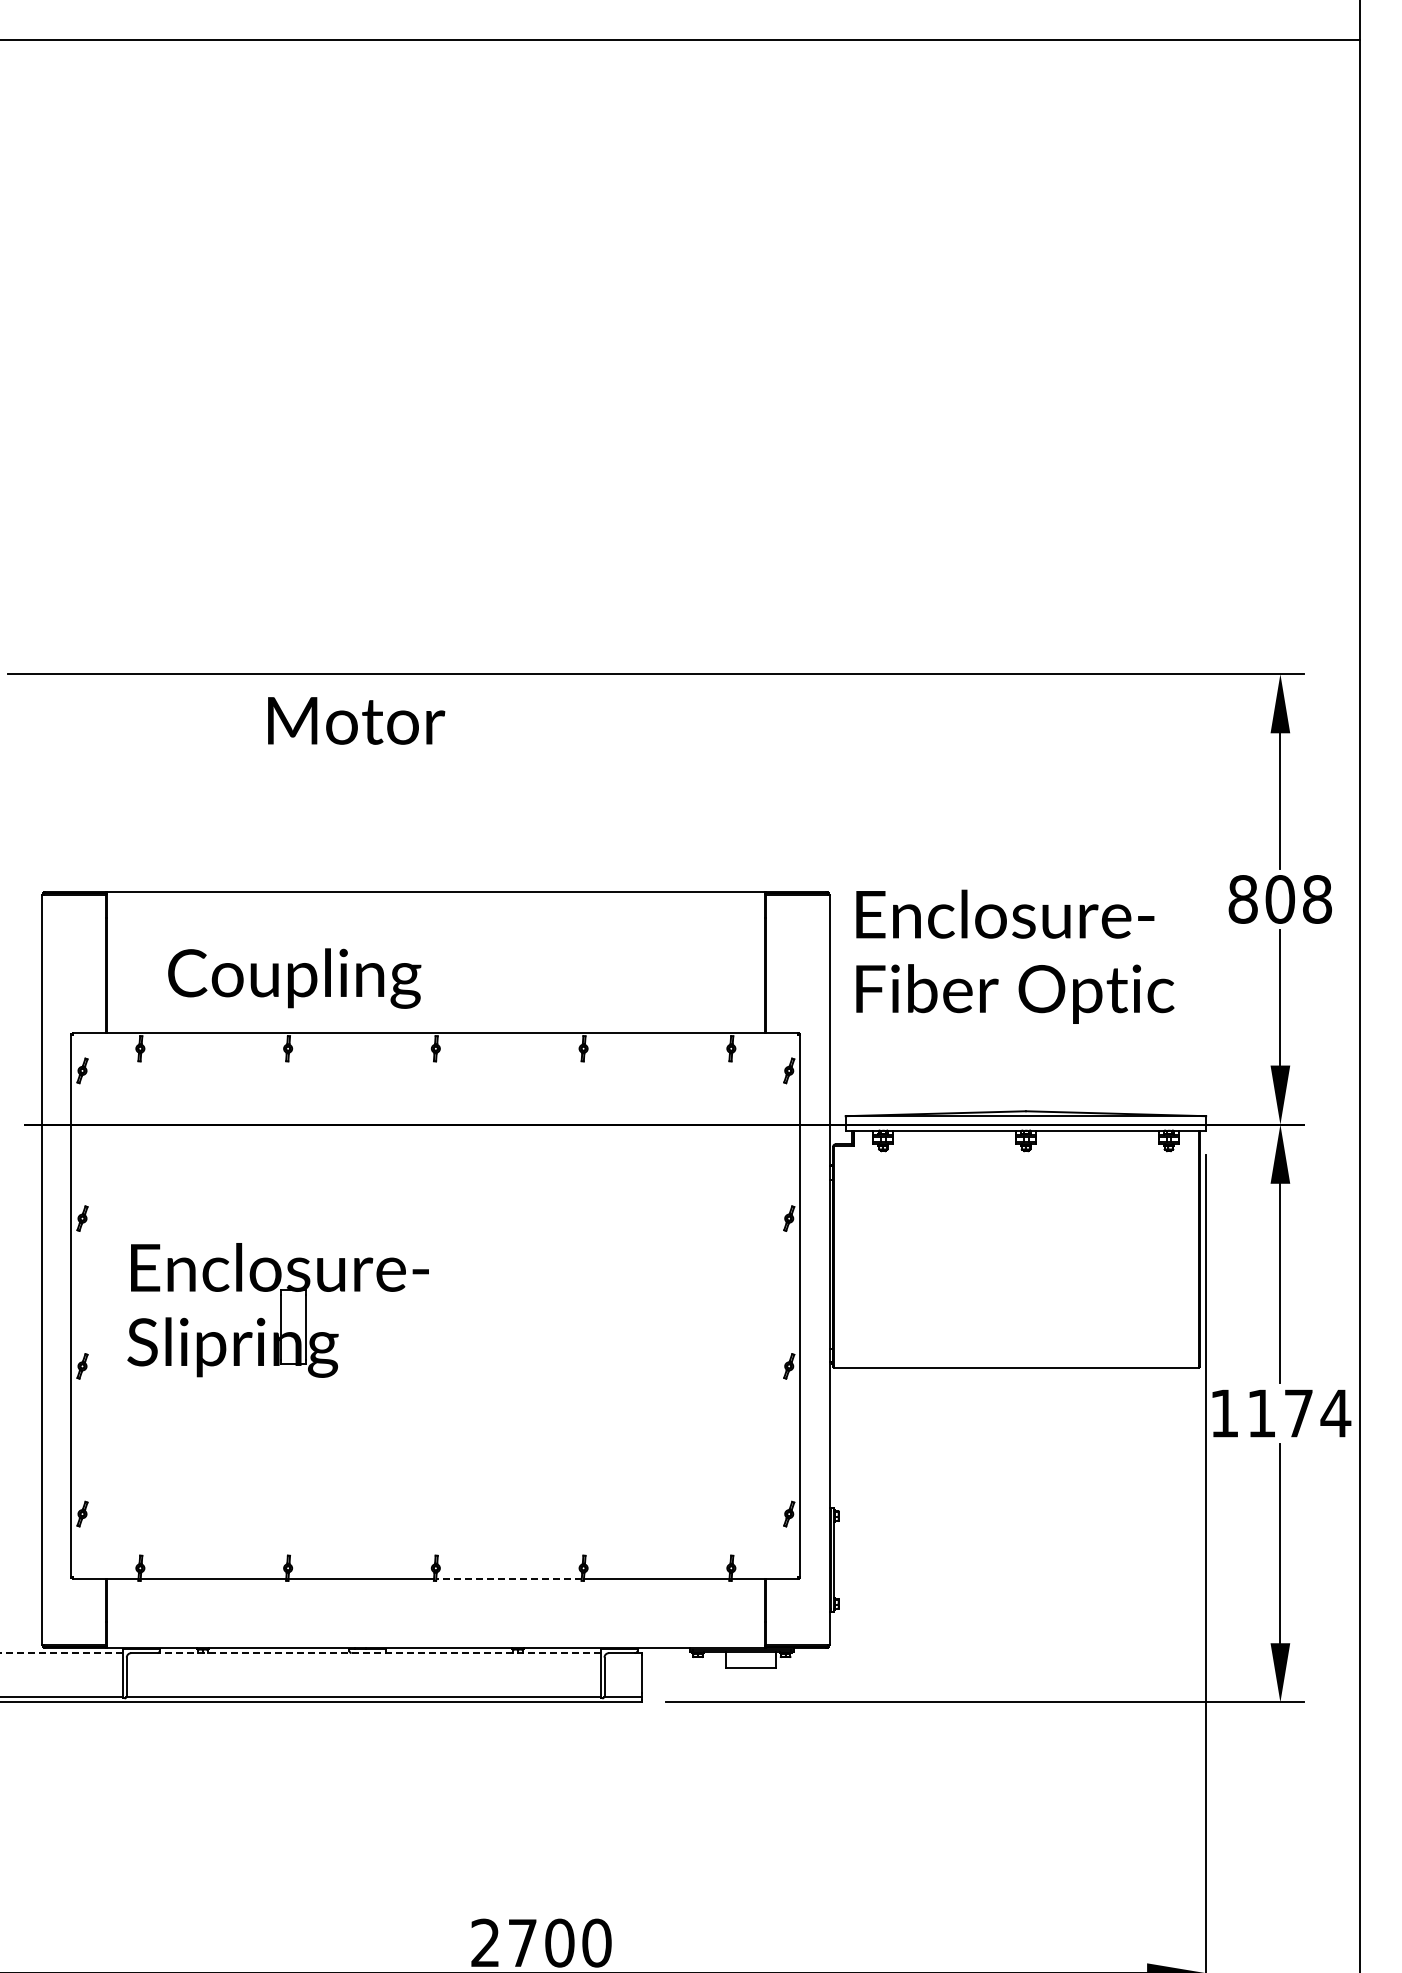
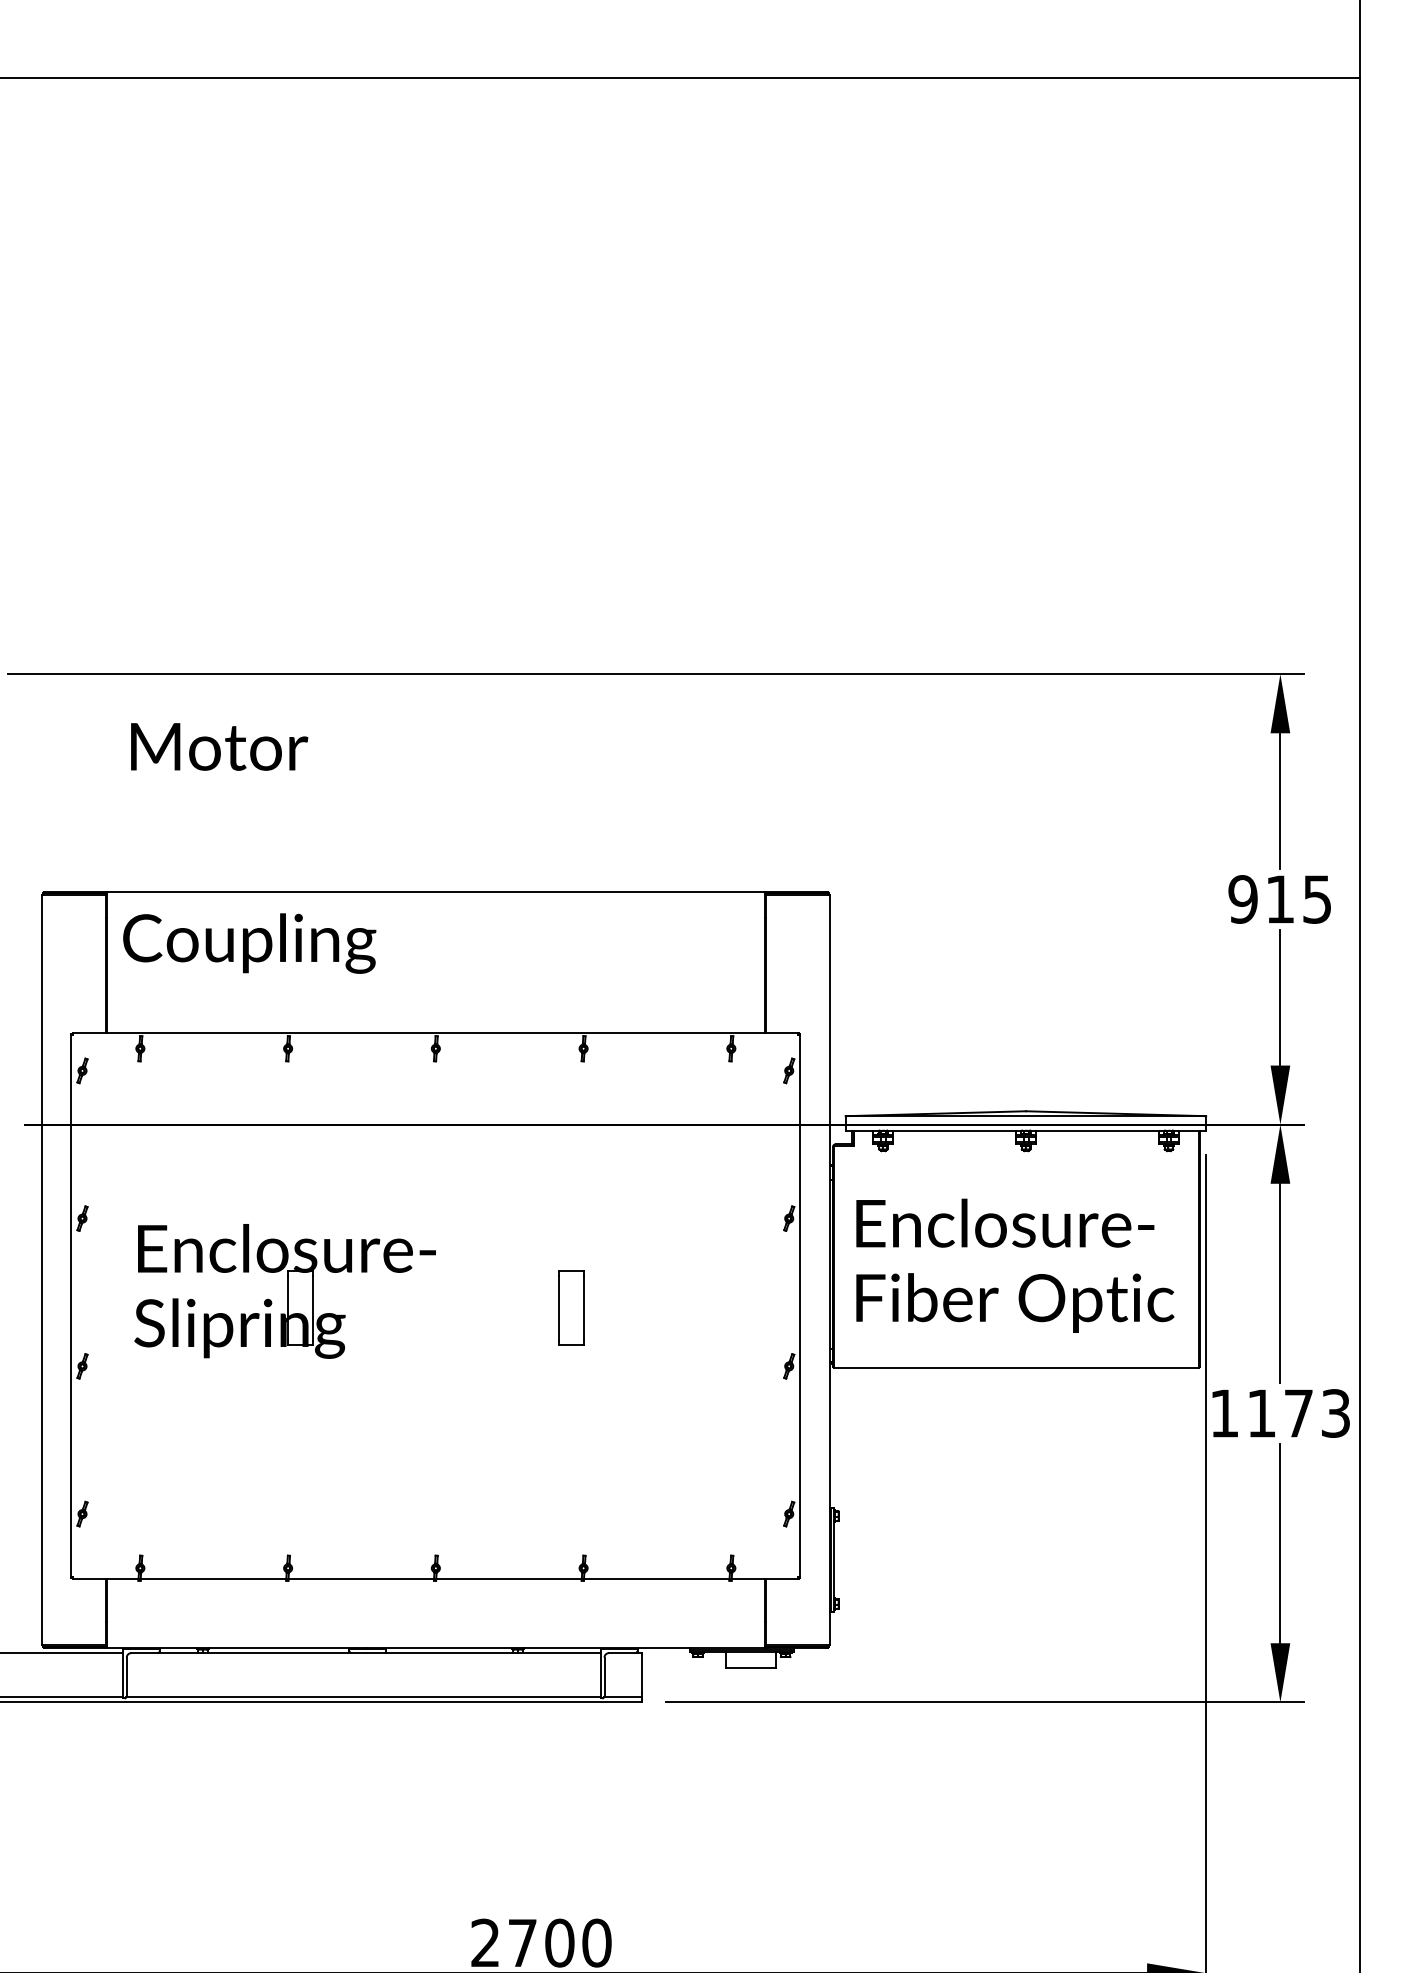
line at (681, 40) position: (681, 40) -> (681, 78)
text at (356, 720) position: (356, 720) -> (219, 746)
text at (1280, 899): 808 -> 915
text at (1015, 956) position: (1015, 956) -> (1015, 1265)
text at (294, 978) position: (294, 978) -> (249, 943)
part at (571, 1307): none -> present
part at (277, 1310) position: (277, 1310) -> (284, 1291)
text at (1335, 1413): 1174 -> 1173
line at (508, 1579): dashed -> solid
line at (60, 1653): dashed -> solid
line at (378, 1653): dashed -> solid
